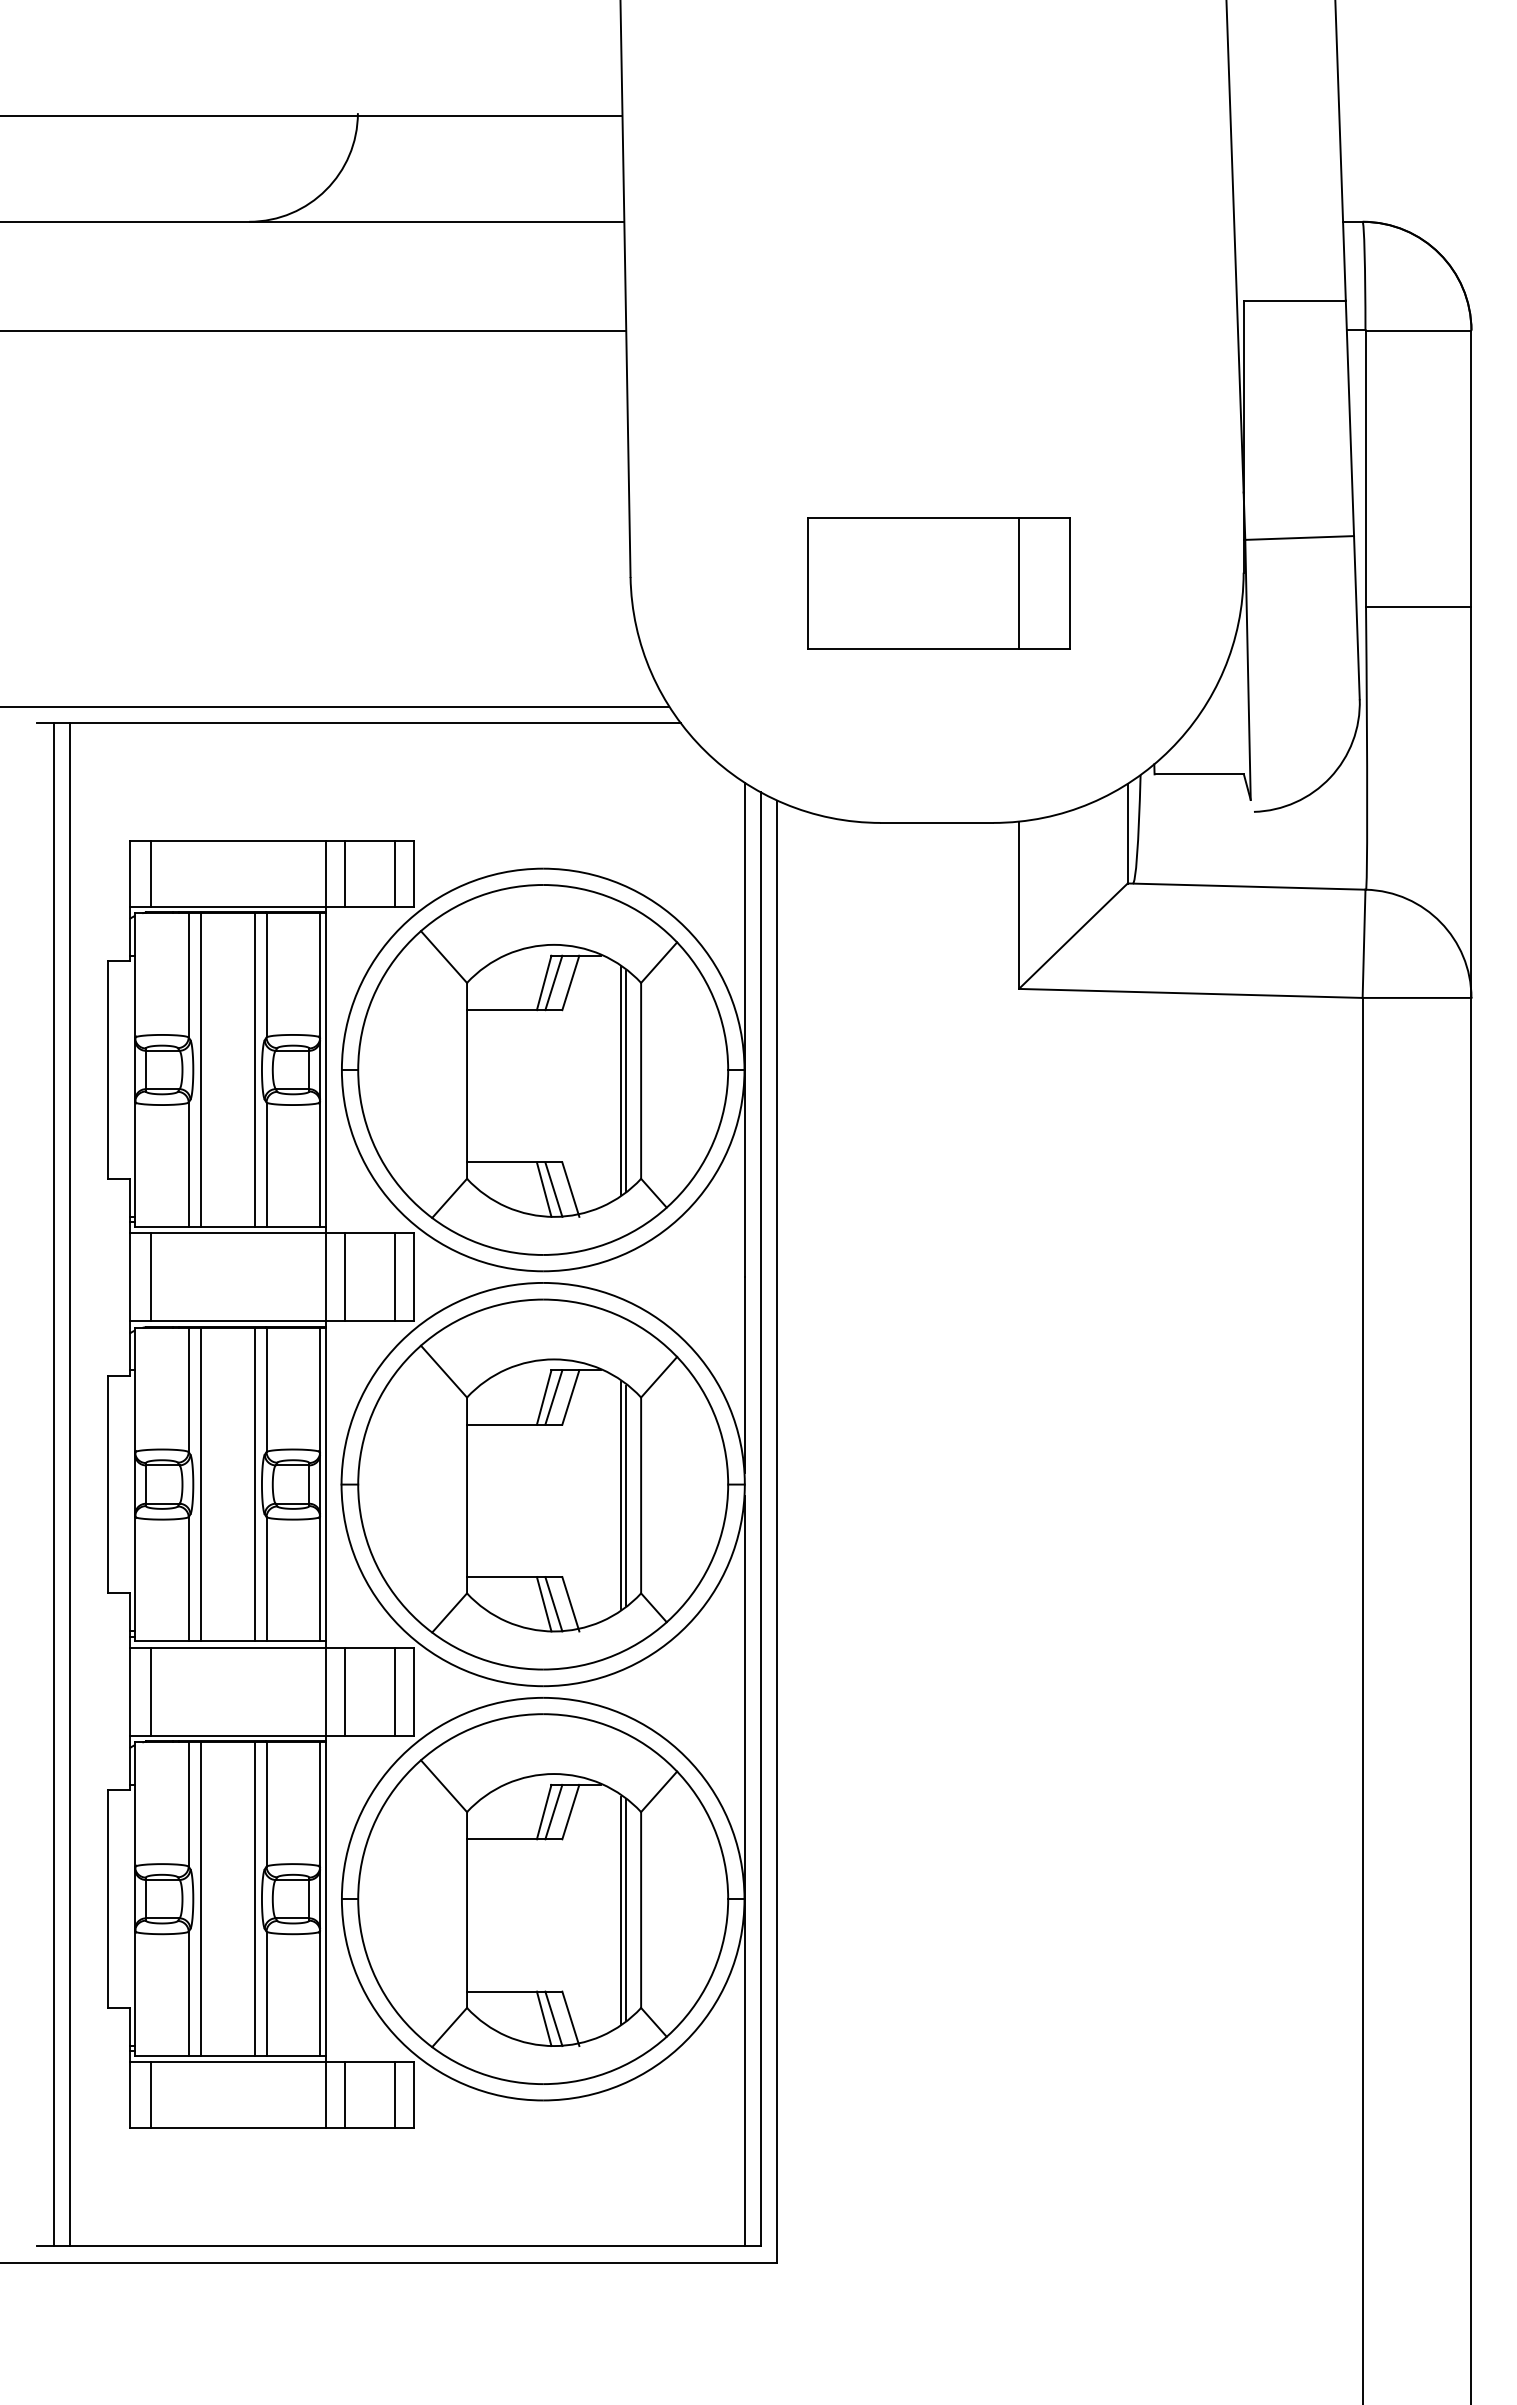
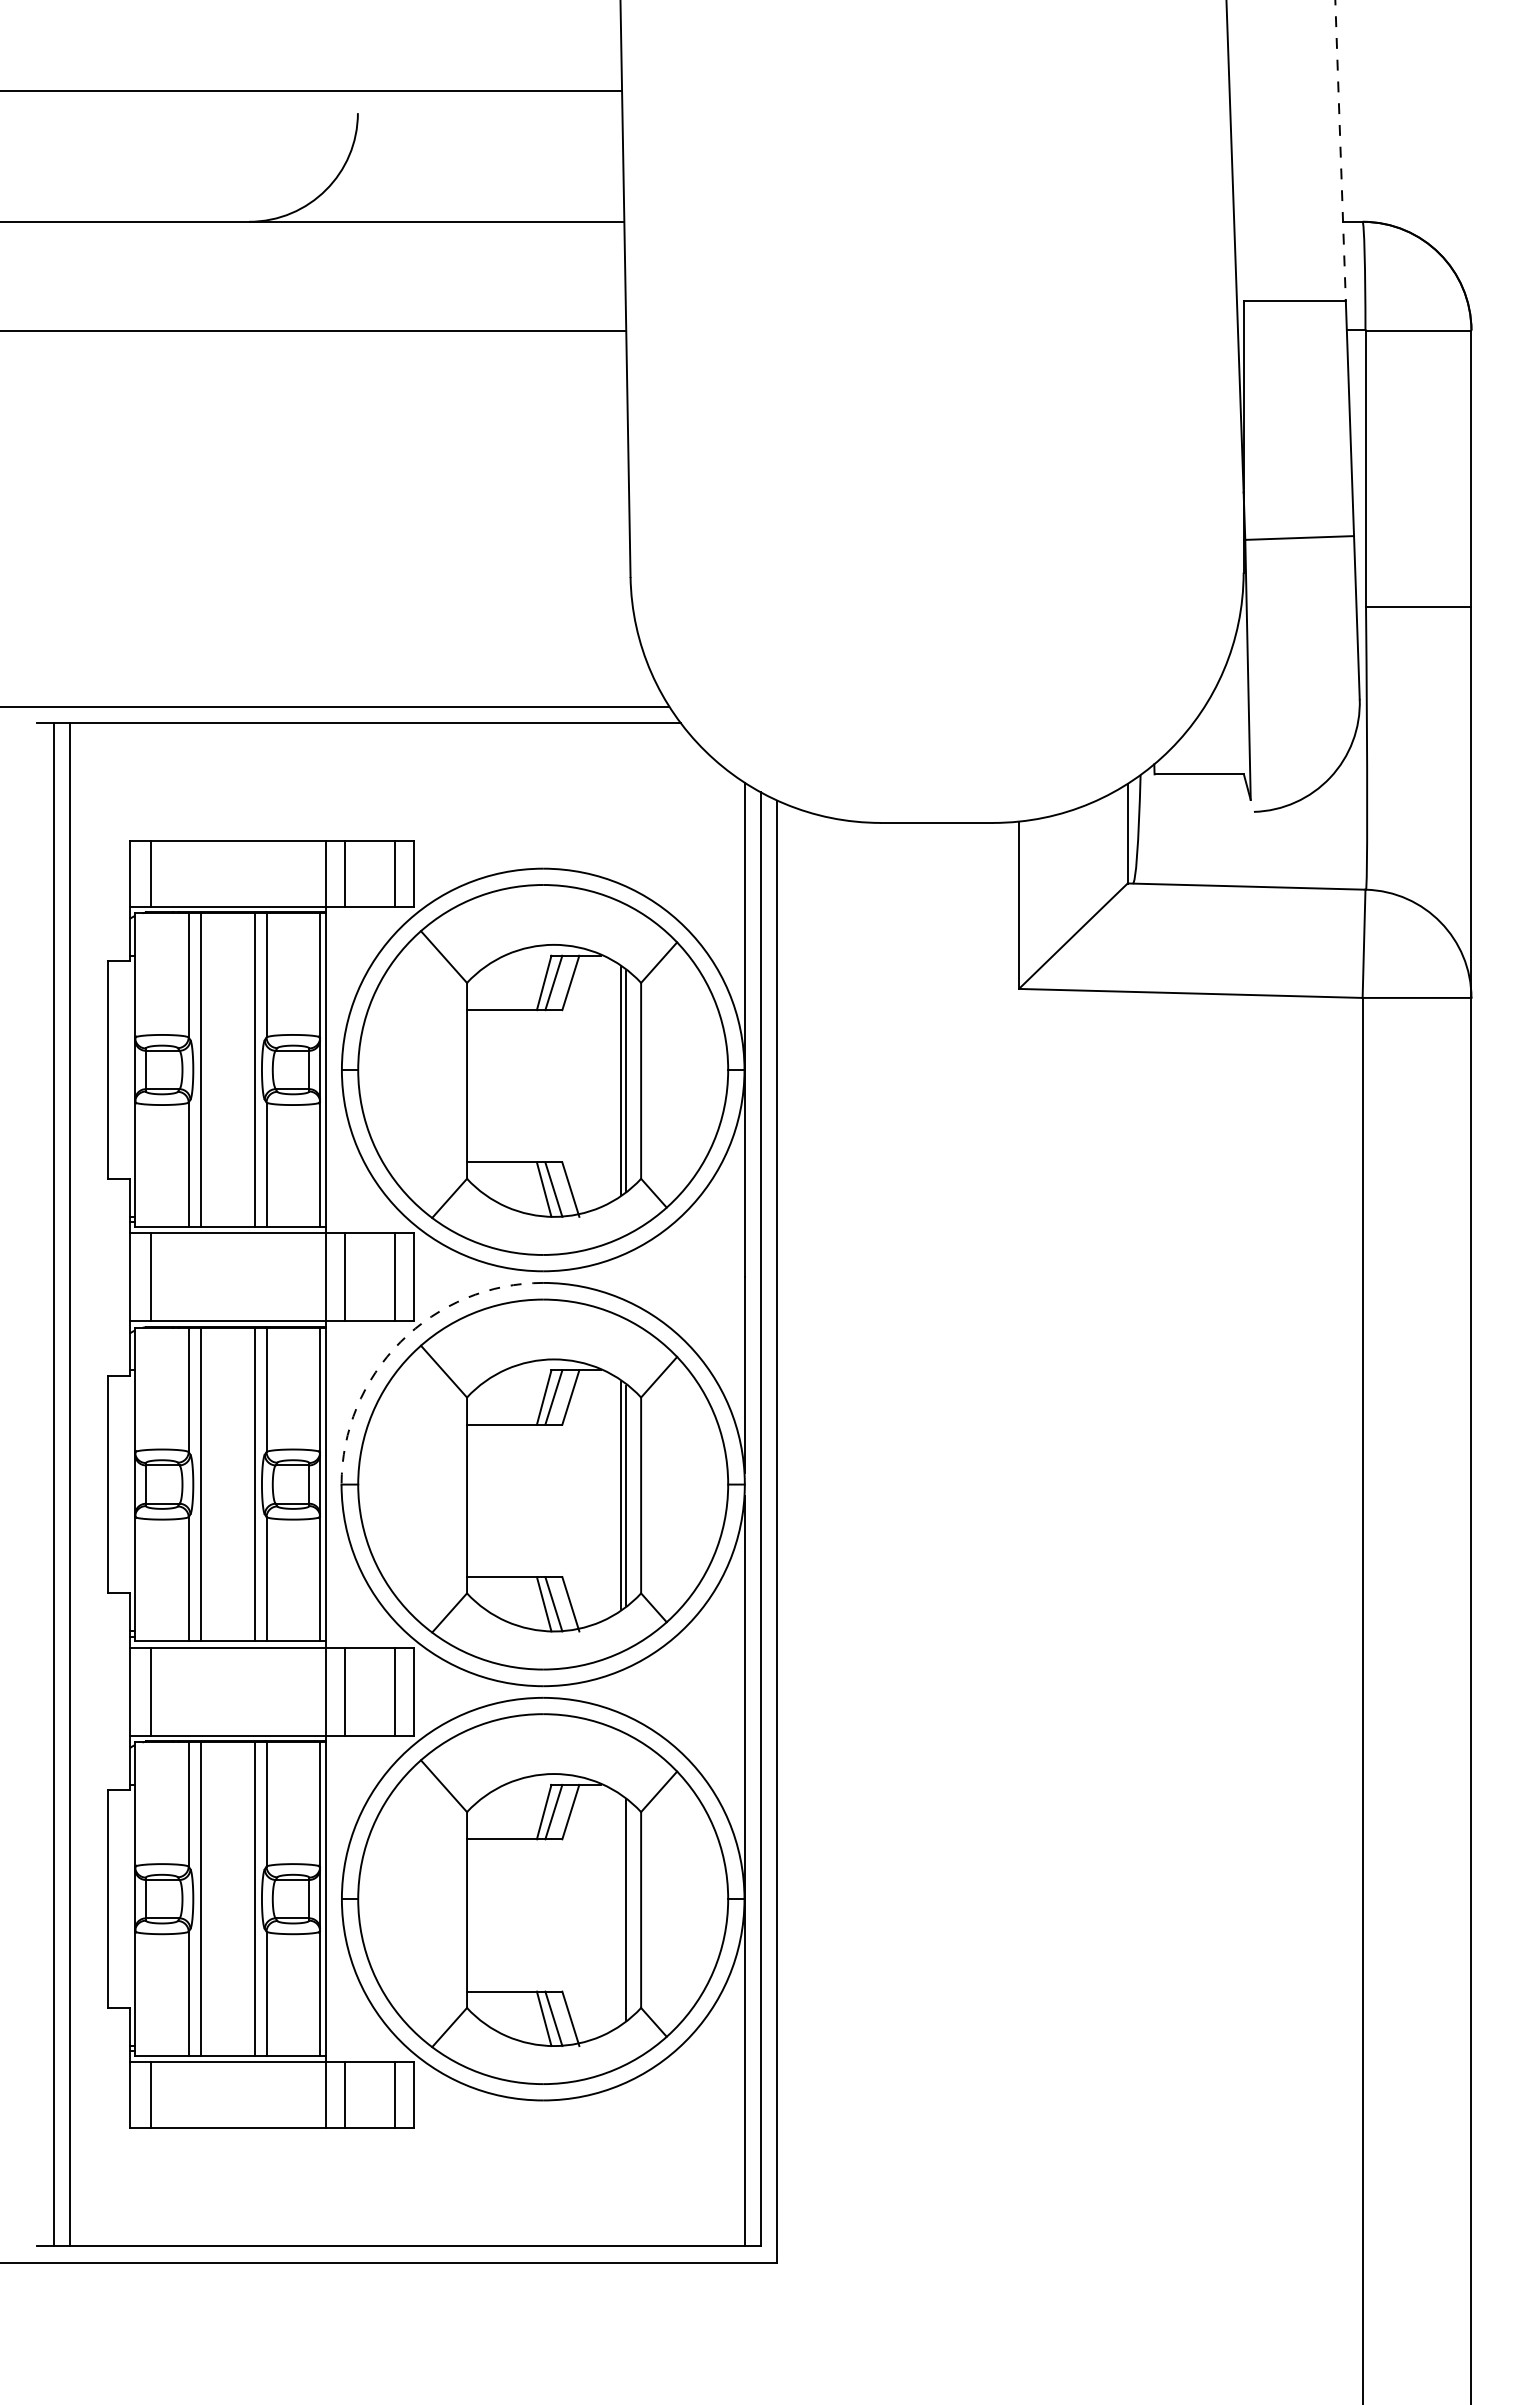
line at (312, 115) position: (312, 115) -> (312, 90)
line at (1340, 150): solid -> dashed
part at (938, 583): present -> none
arc at (400, 1342): solid -> dashed
line at (620, 1910): present -> none
